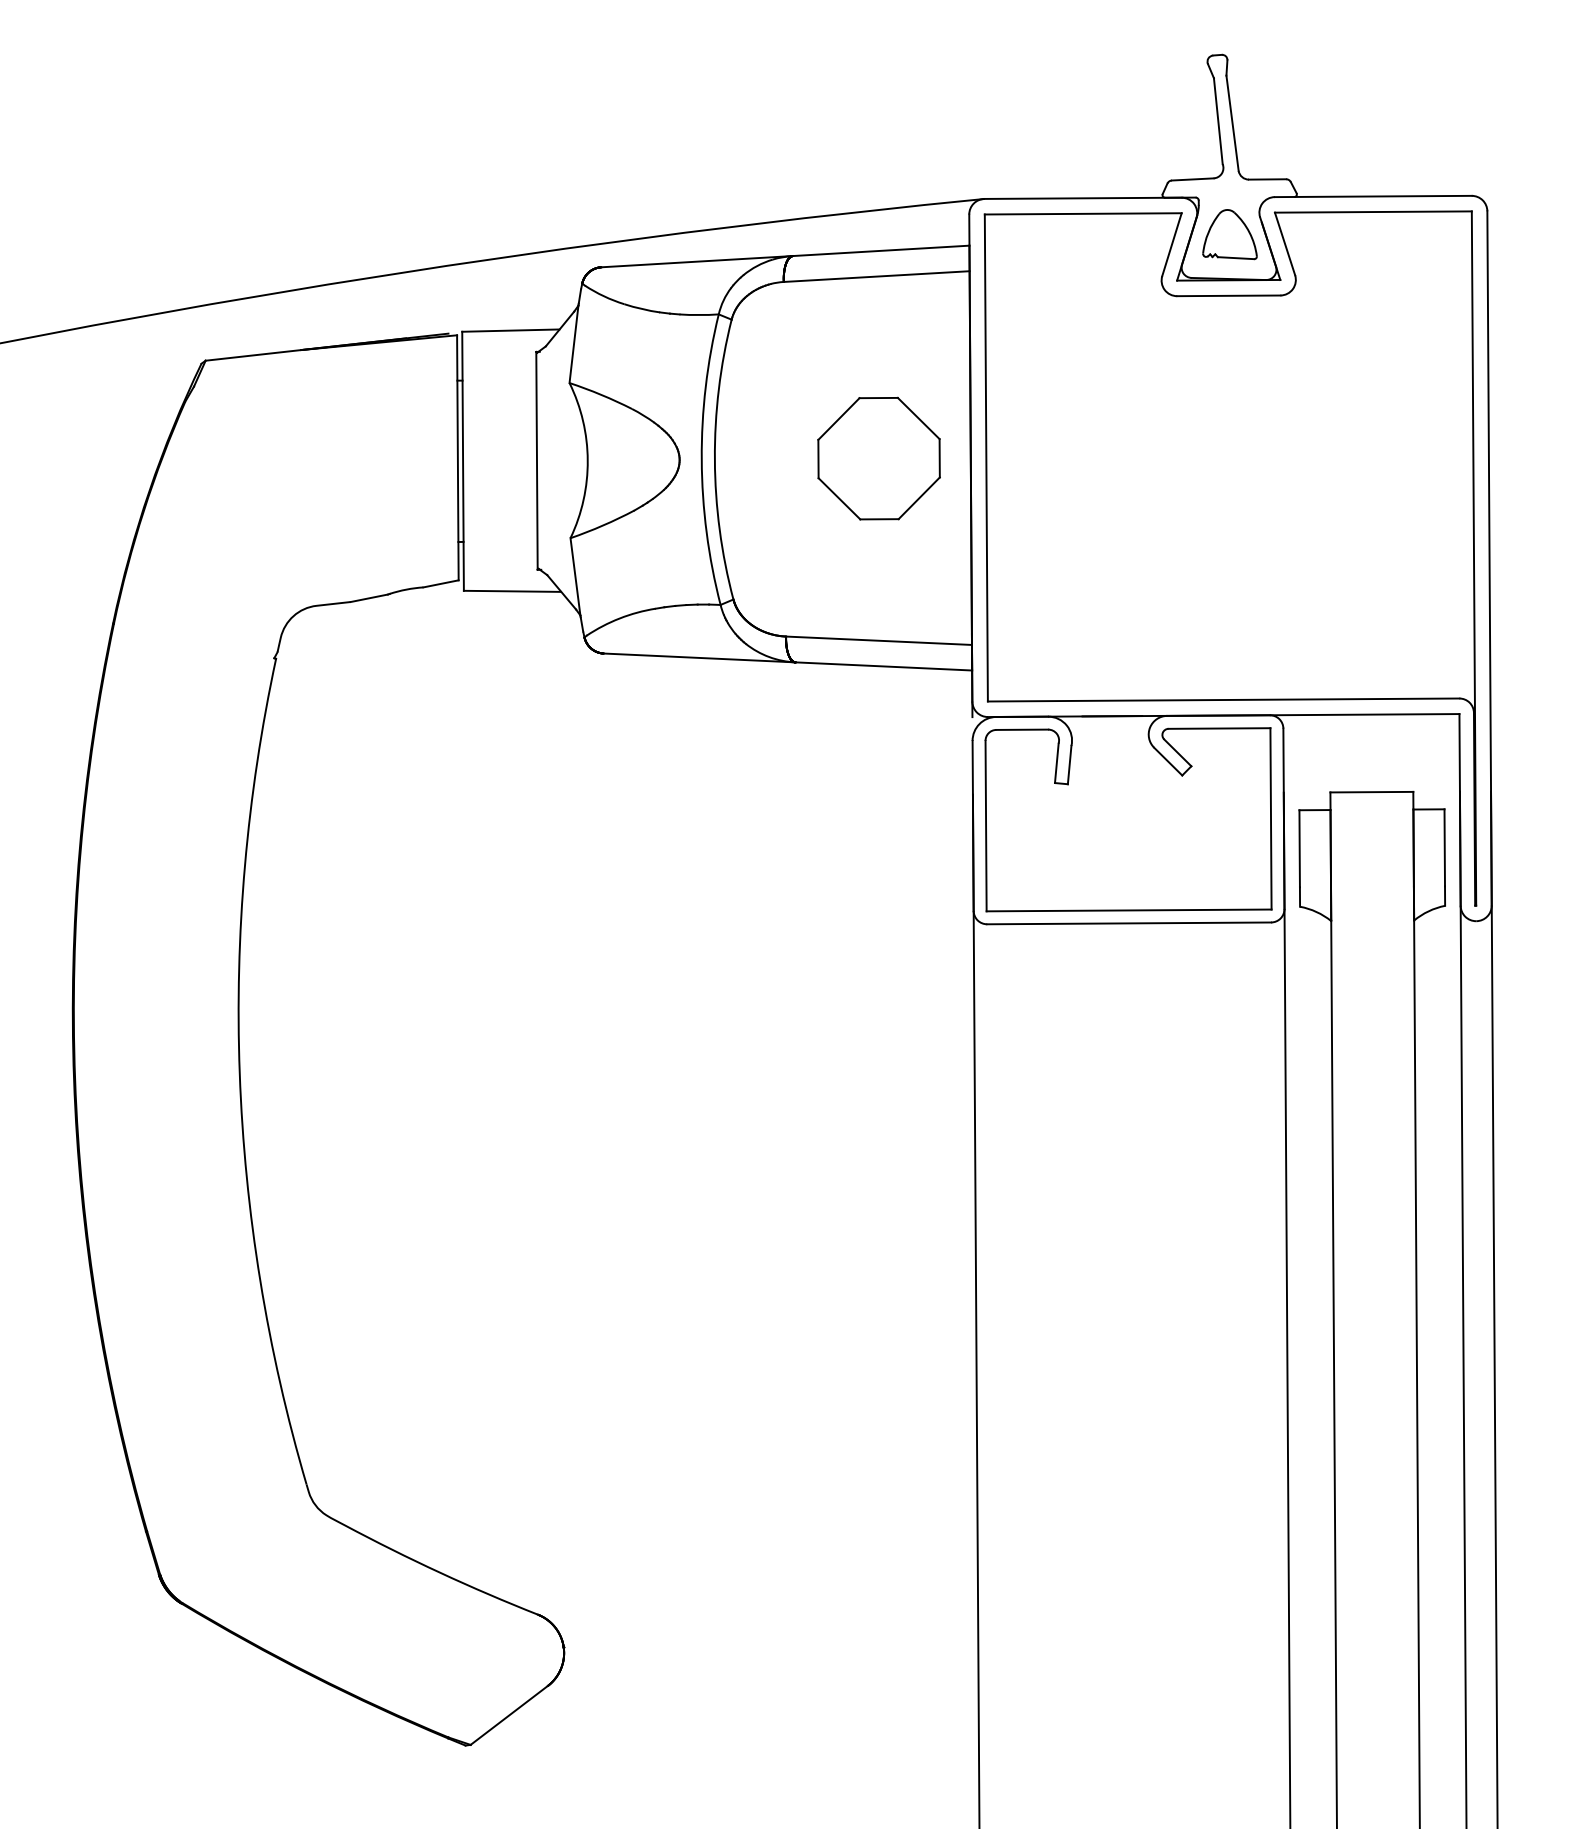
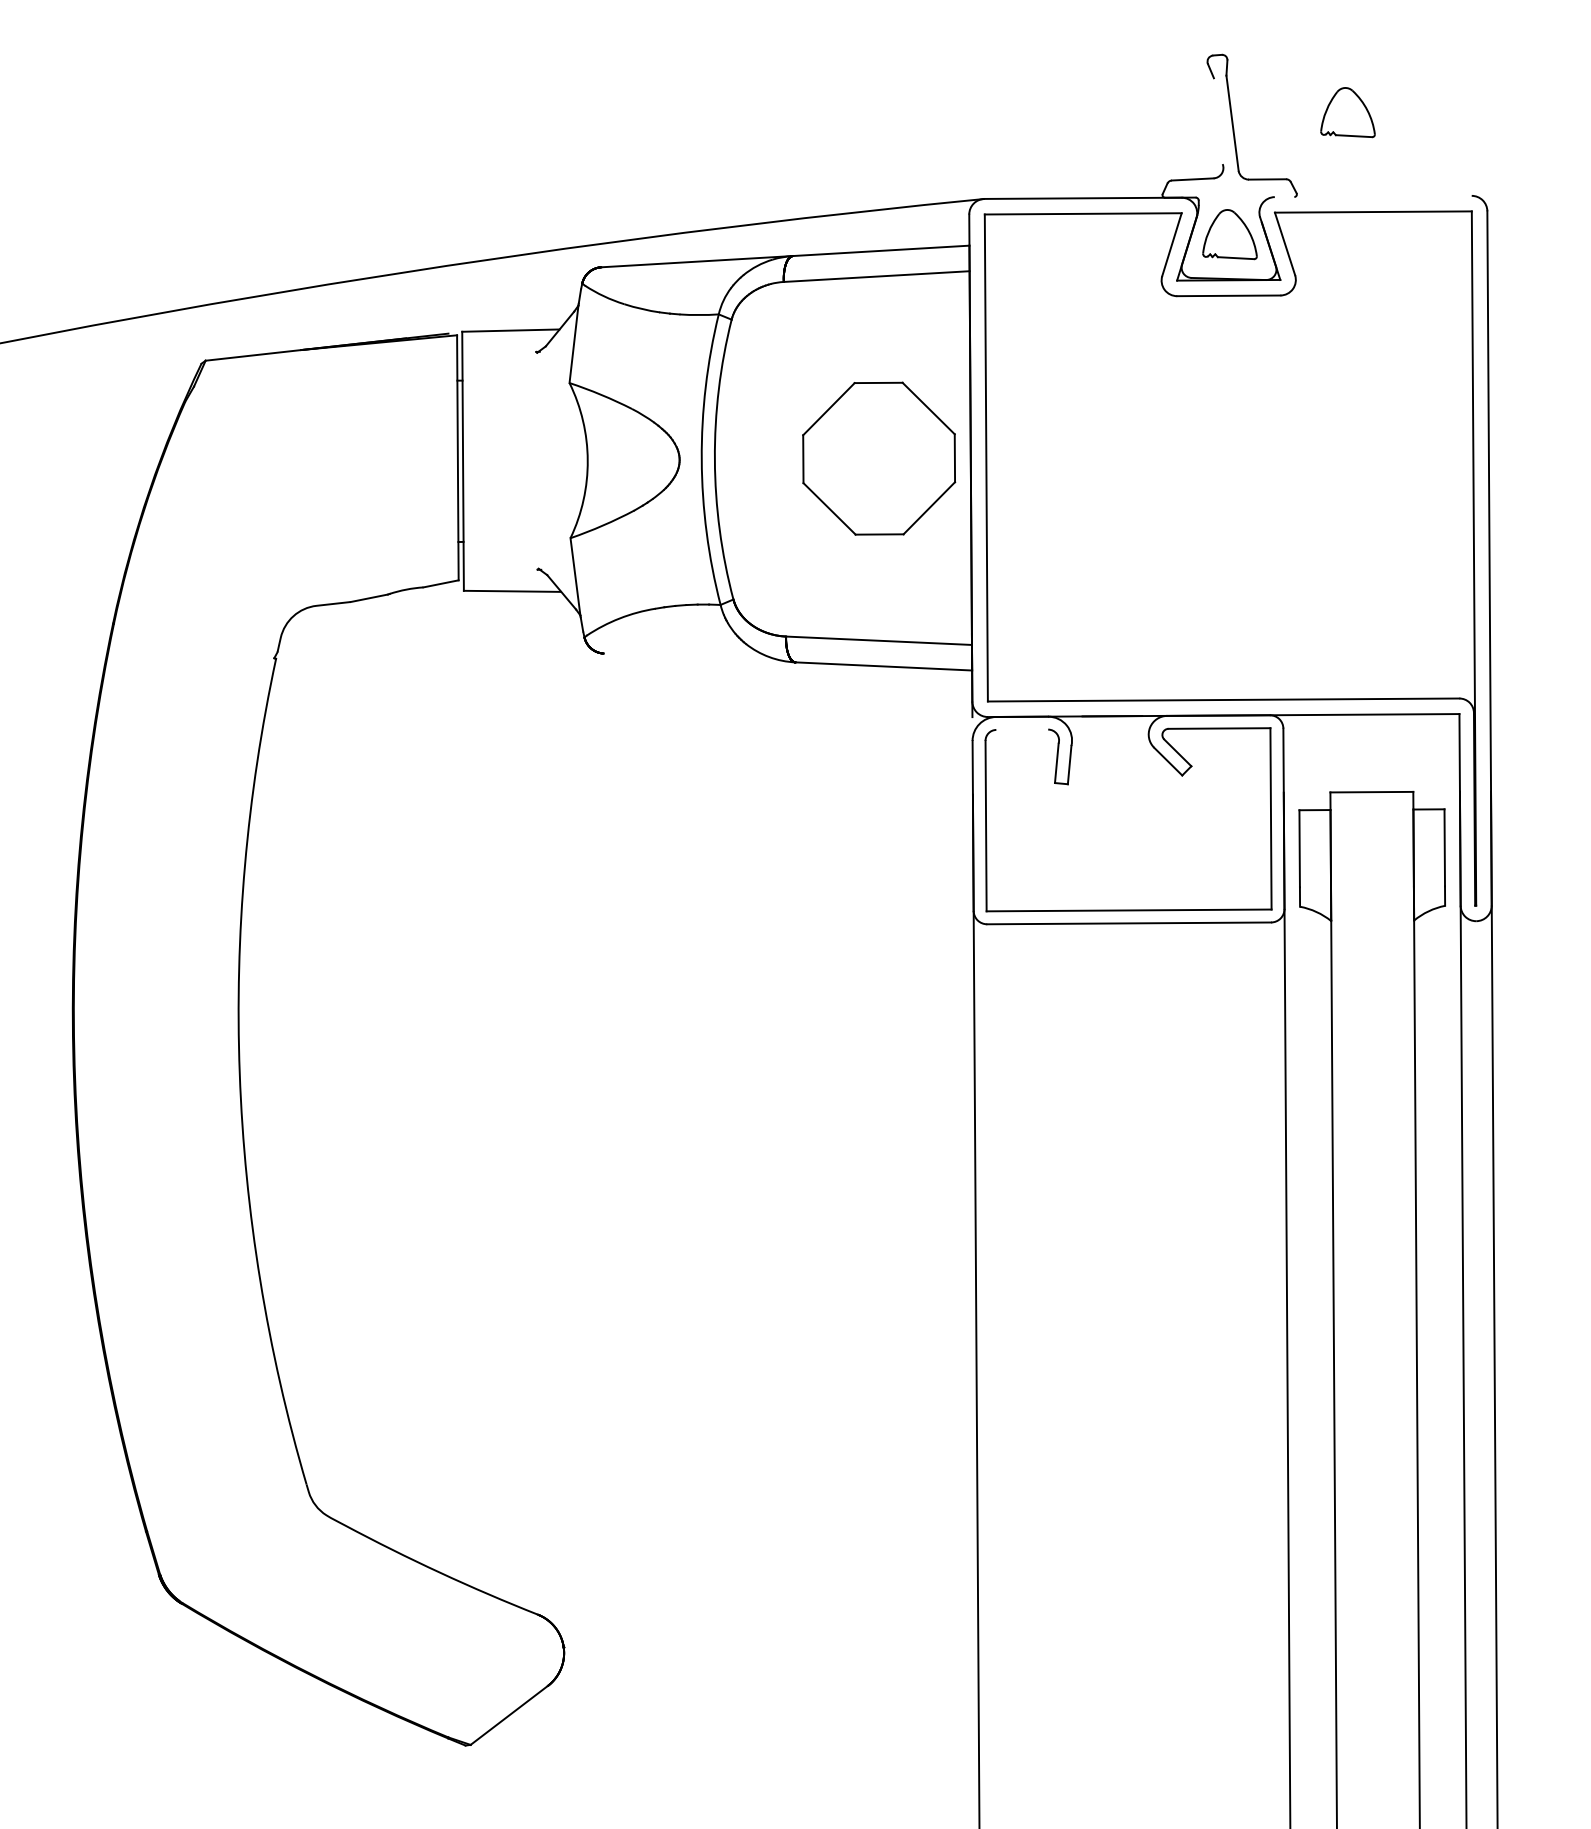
part at (1347, 112): none -> present
line at (1217, 121): present -> none
line at (1372, 196): present -> none
part at (878, 458) size: 124x125 px -> 155x155 px
line at (536, 460): present -> none
line at (699, 657): present -> none
line at (1022, 729): present -> none
